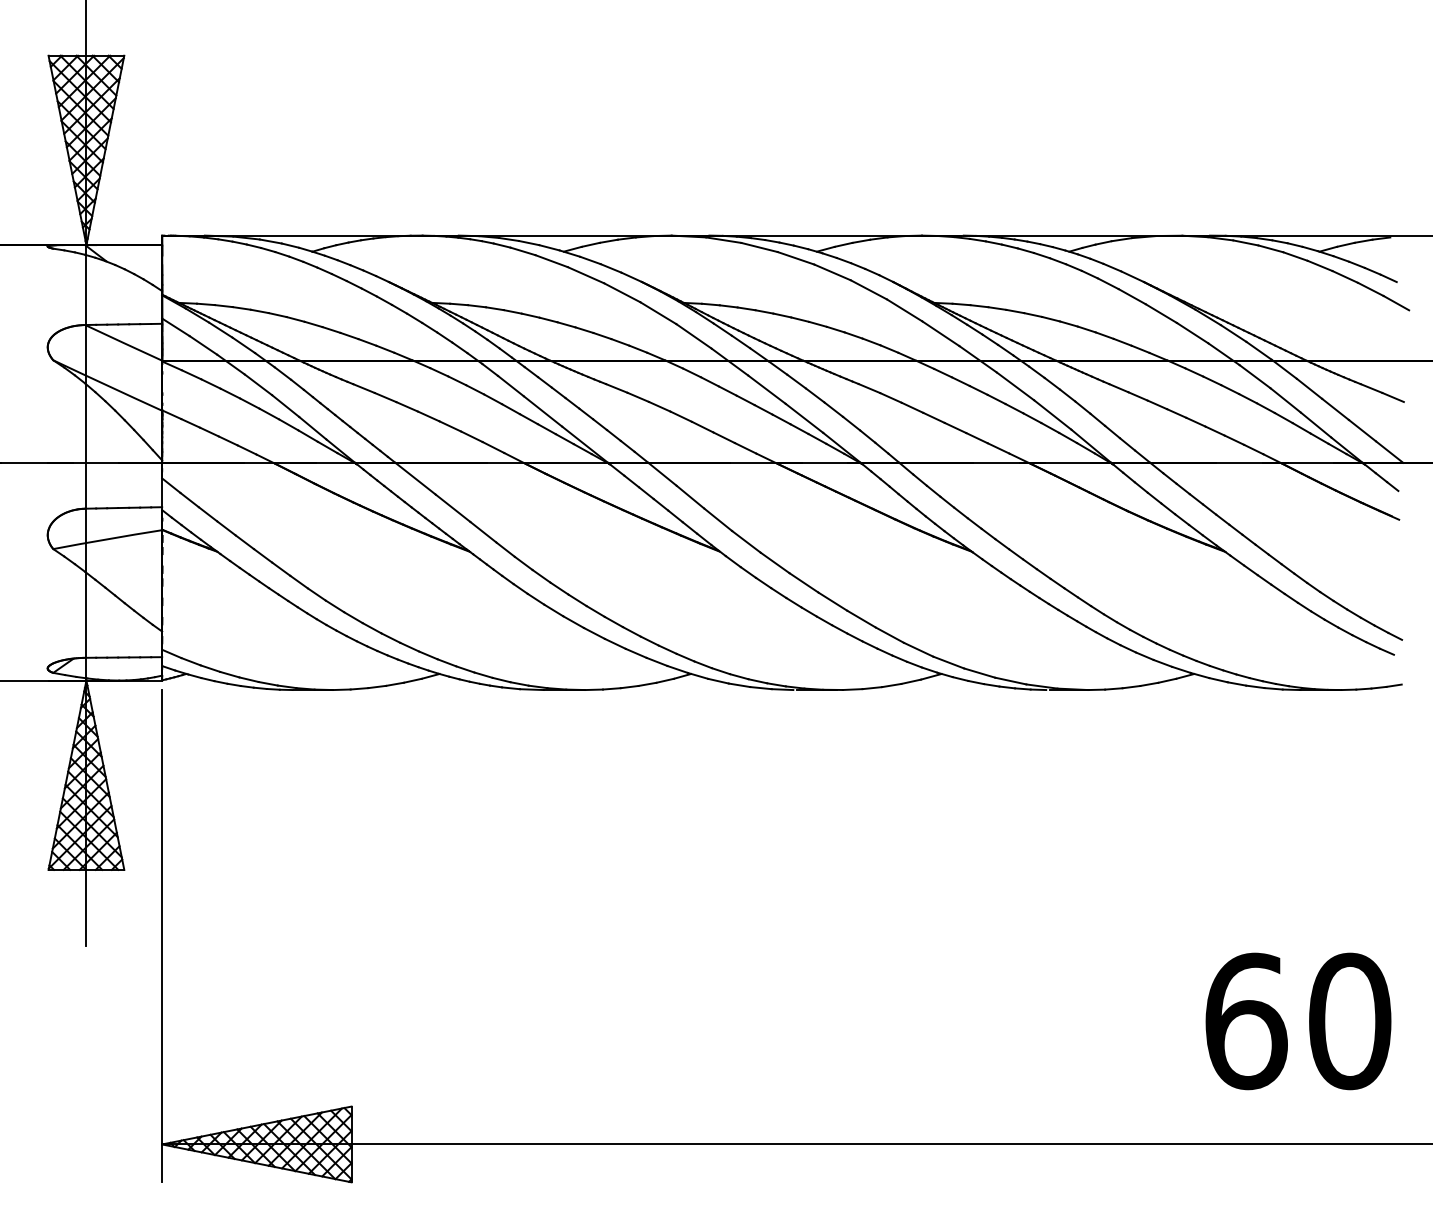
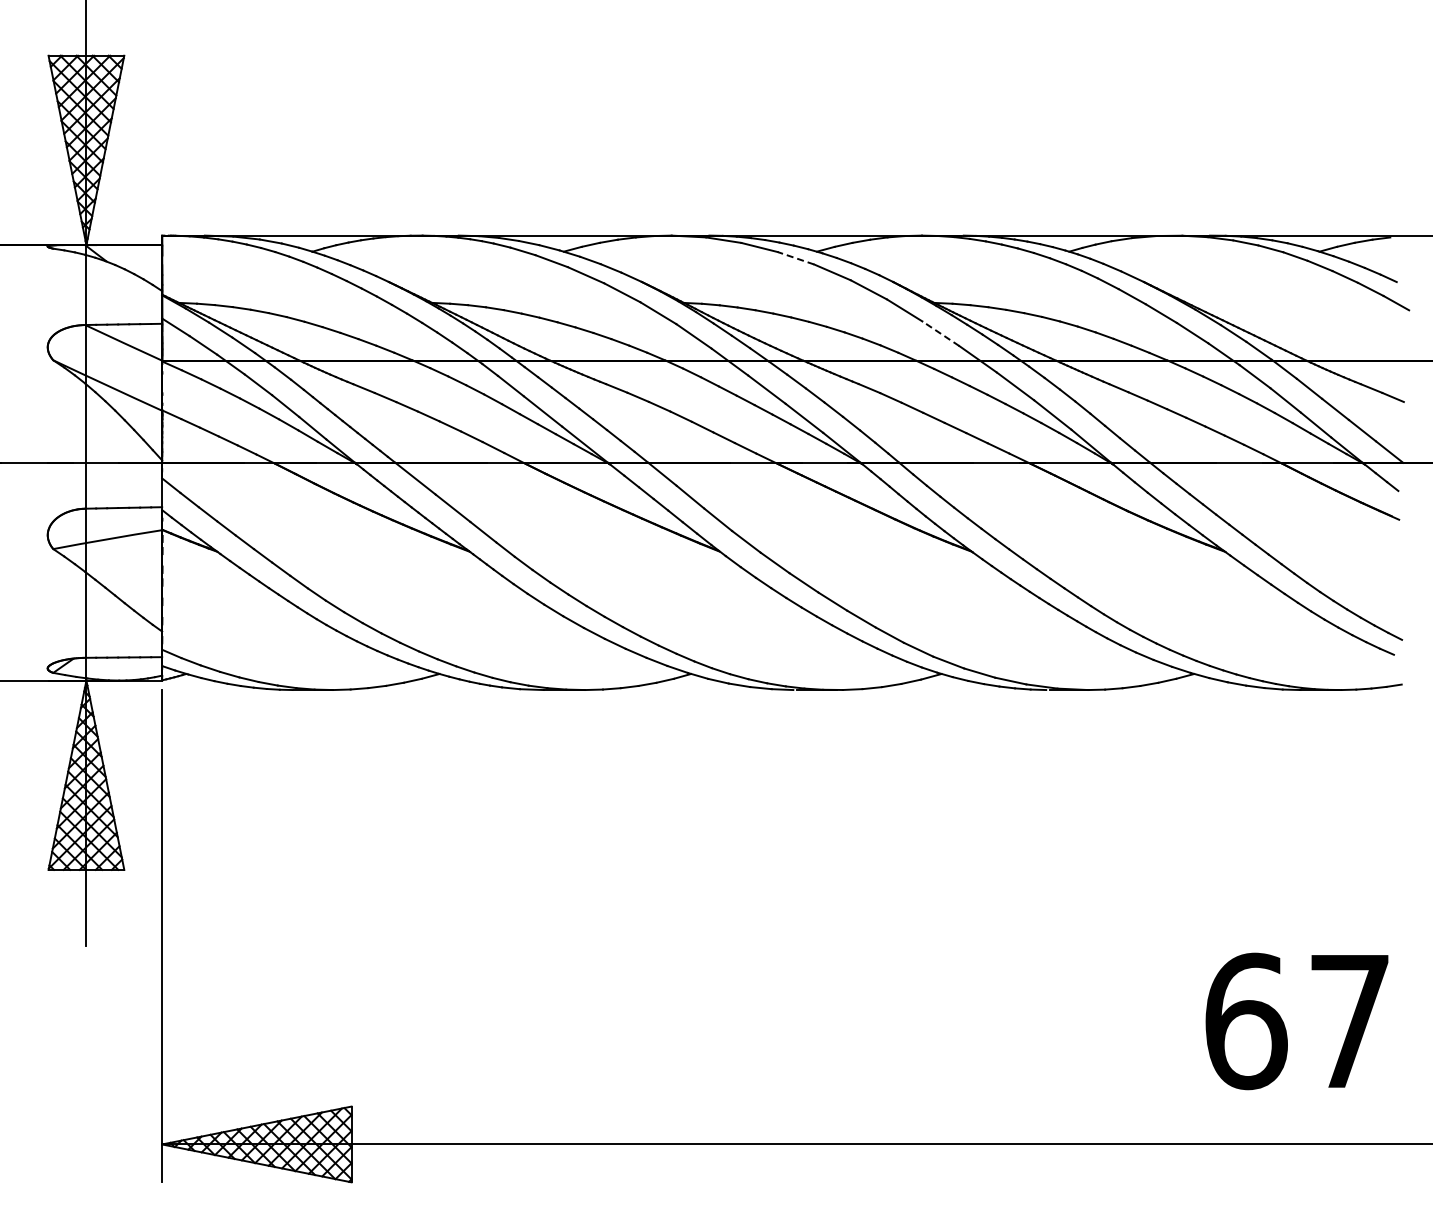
line at (795, 258): solid -> dashed
line at (940, 333): solid -> dashed
text at (1350, 1021): 60 -> 67
